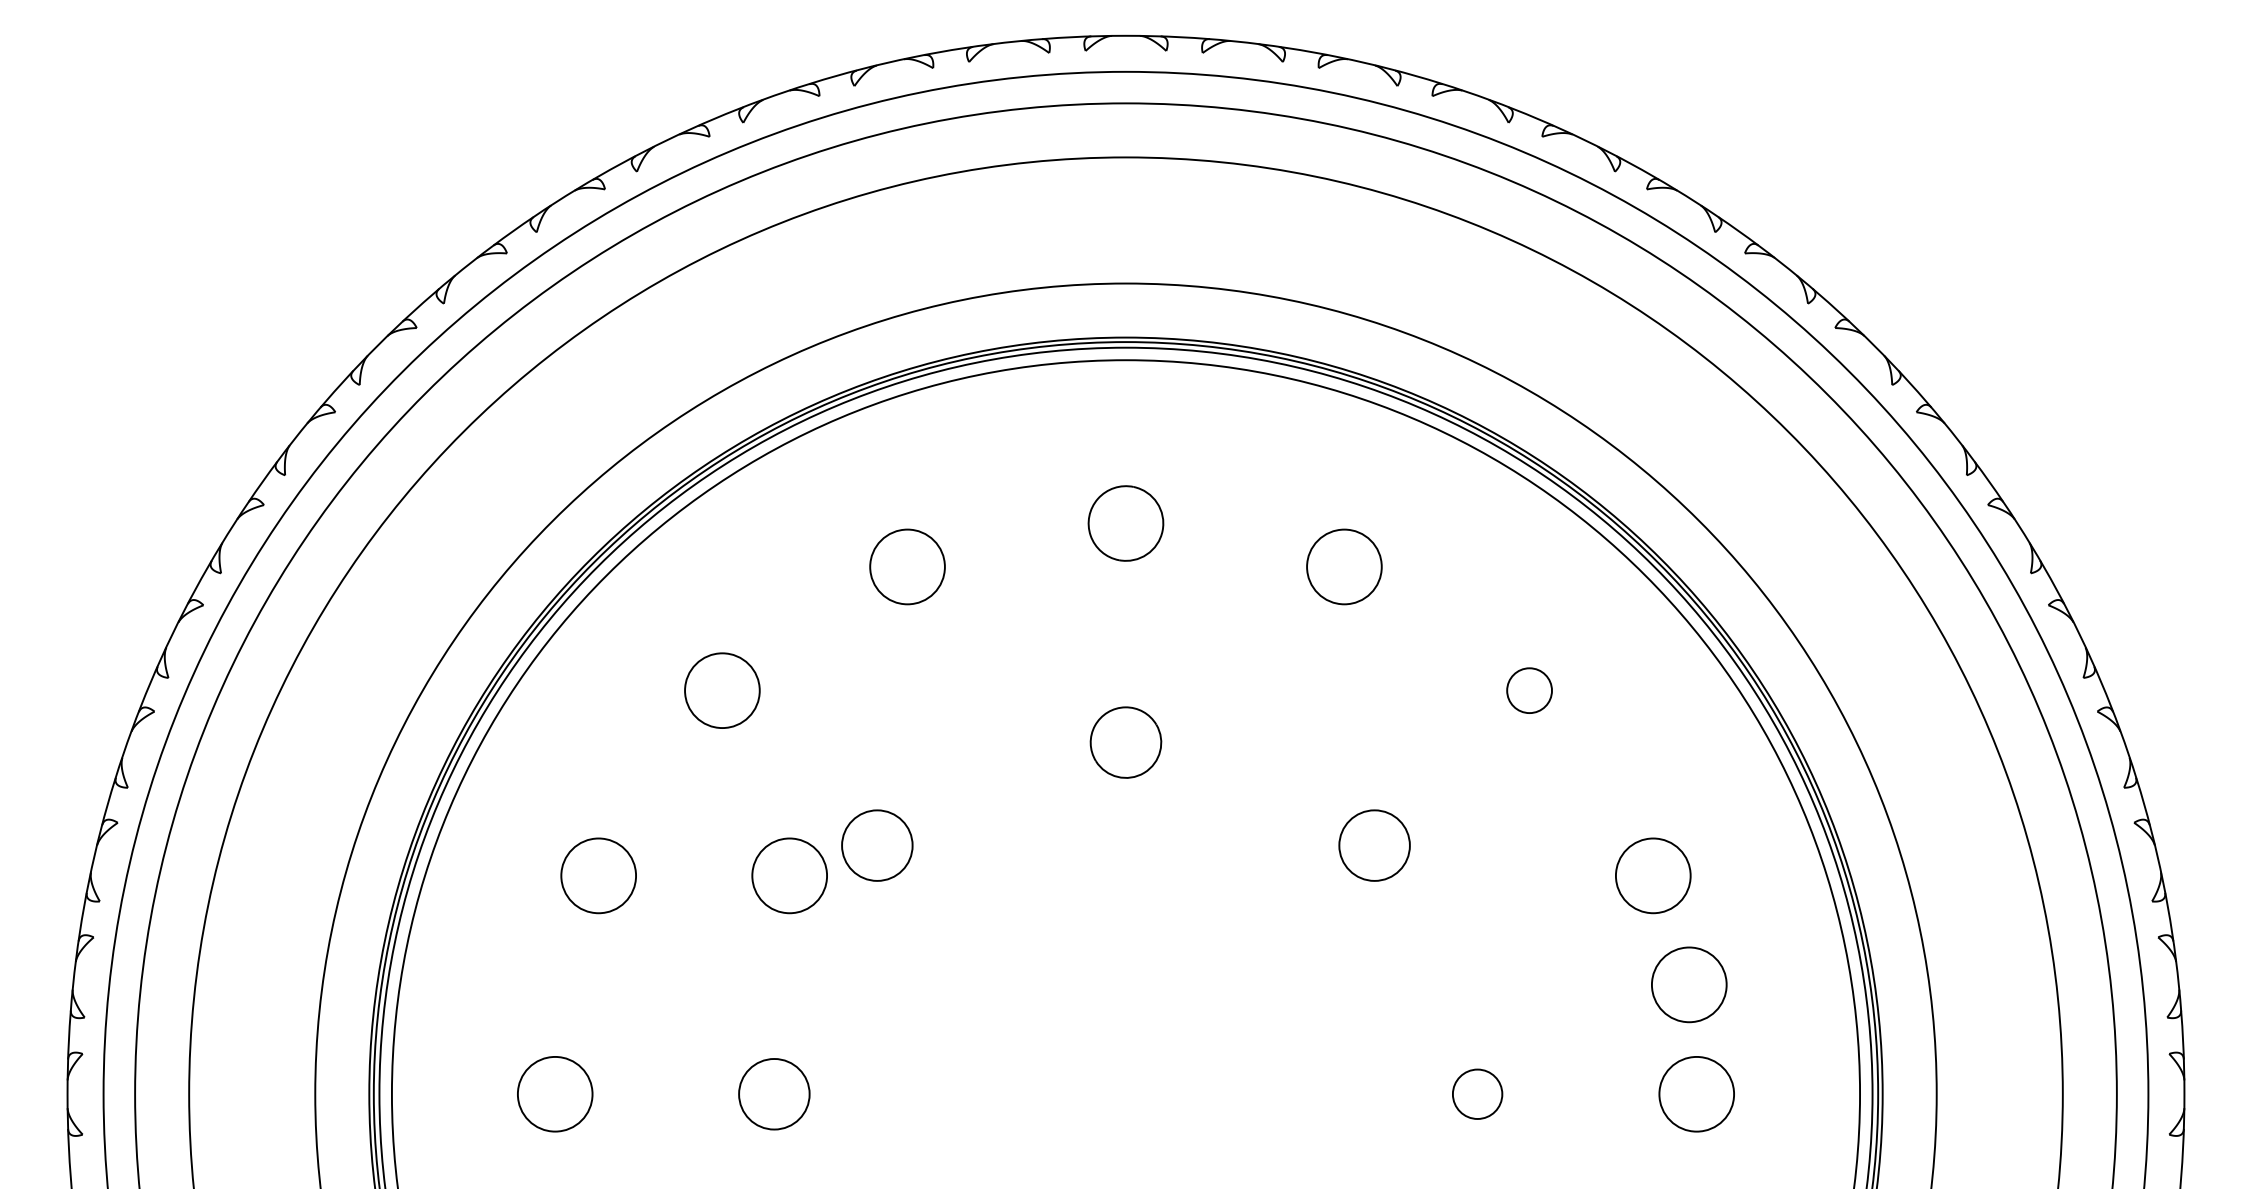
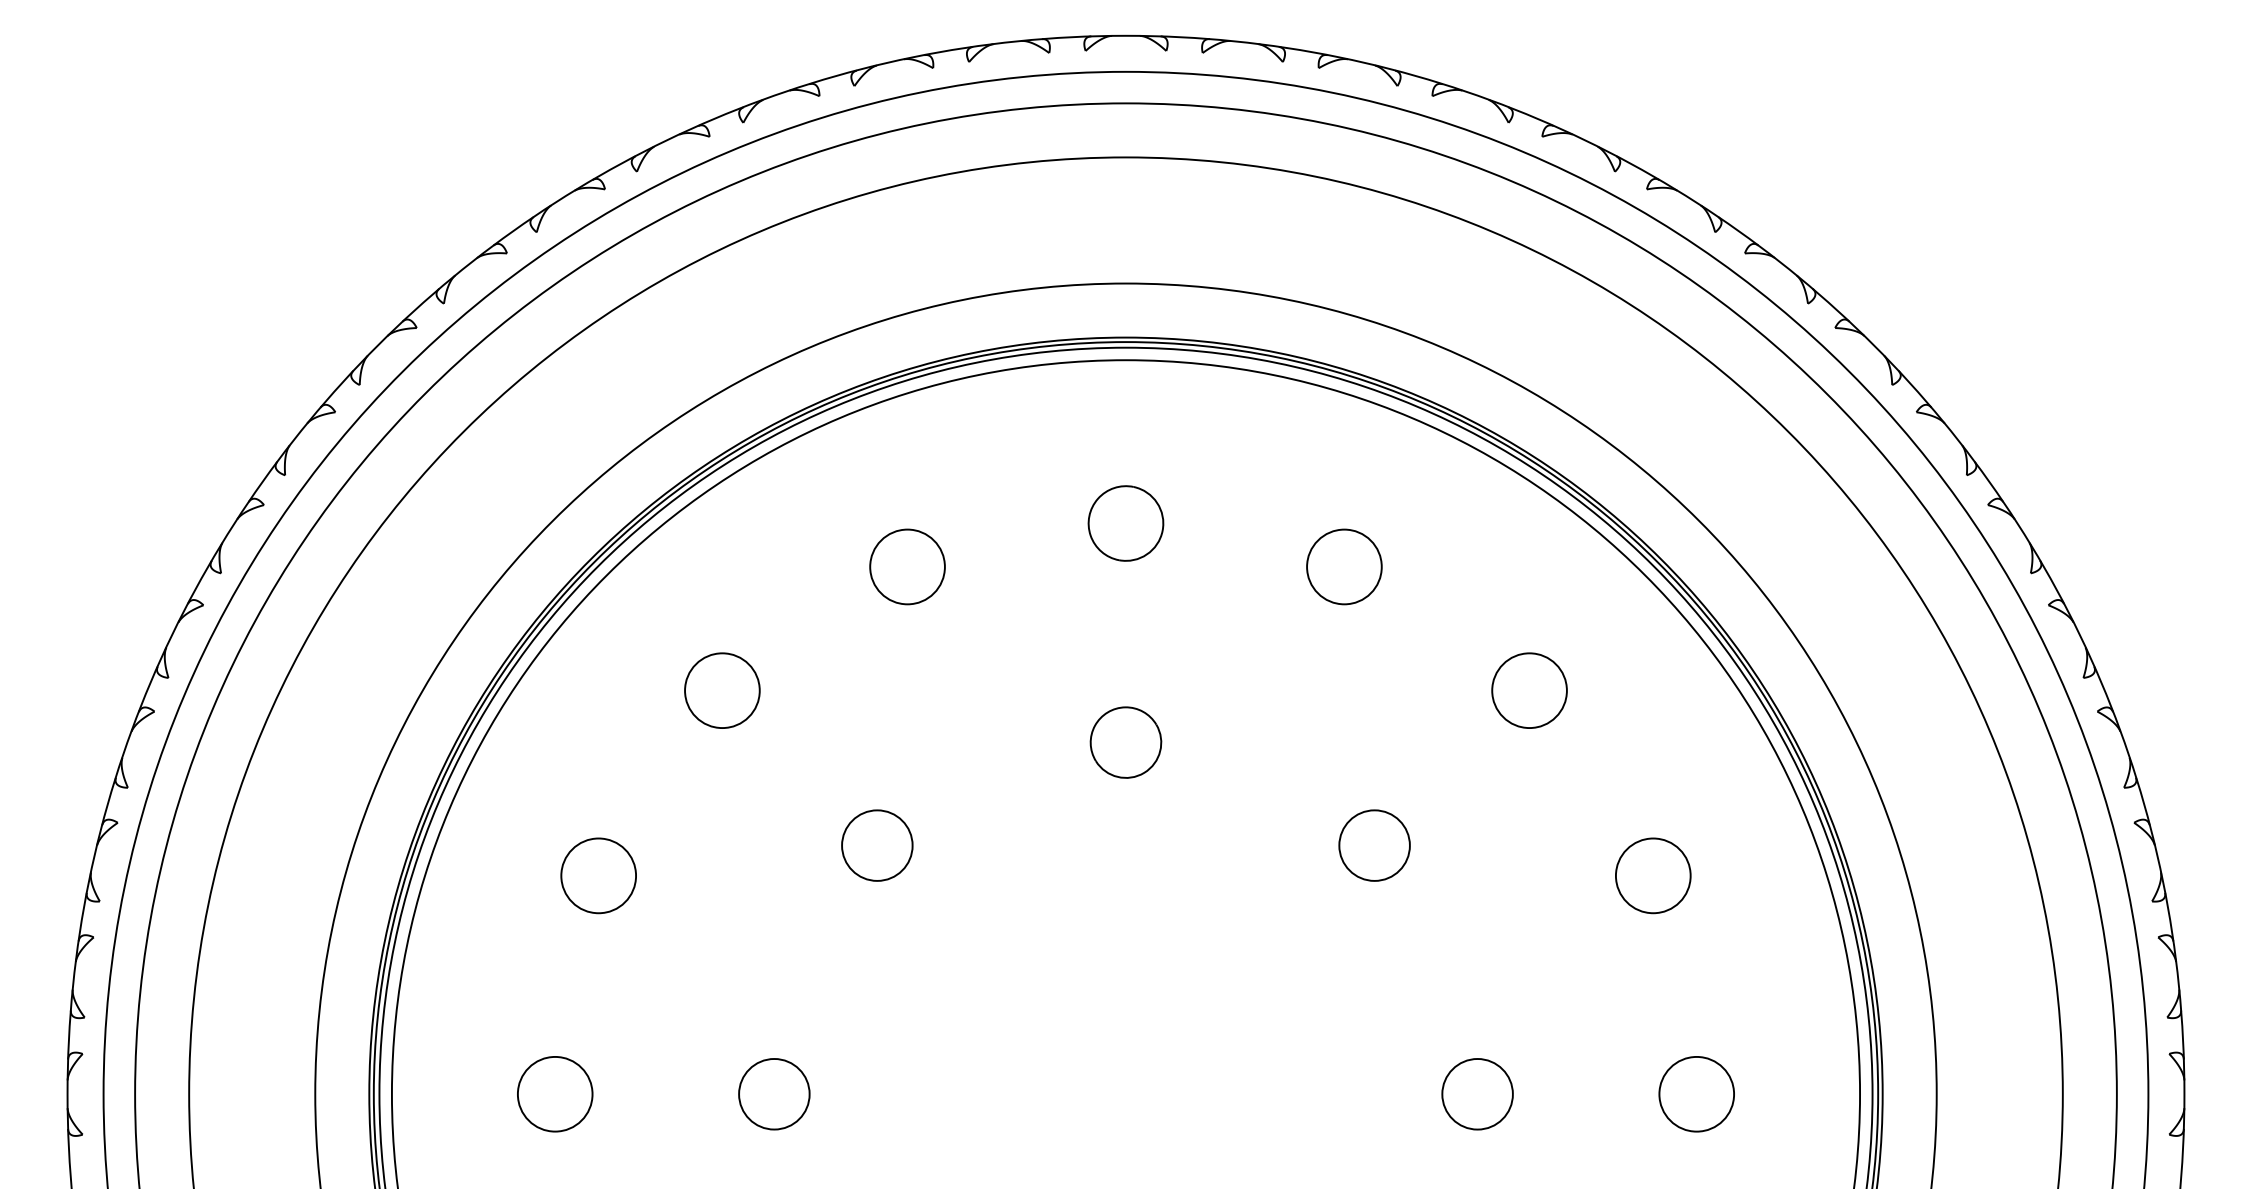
circle at (1529, 690) diameter: 45 px -> 75 px
circle at (789, 875): present -> none
circle at (1689, 984): present -> none
circle at (1477, 1093) diameter: 49 px -> 71 px
